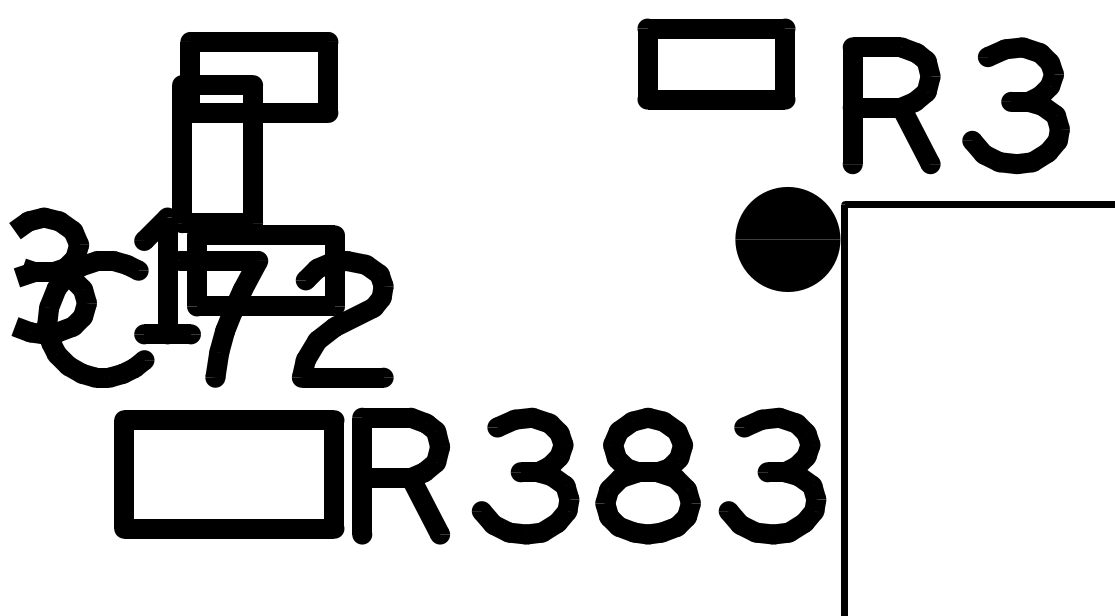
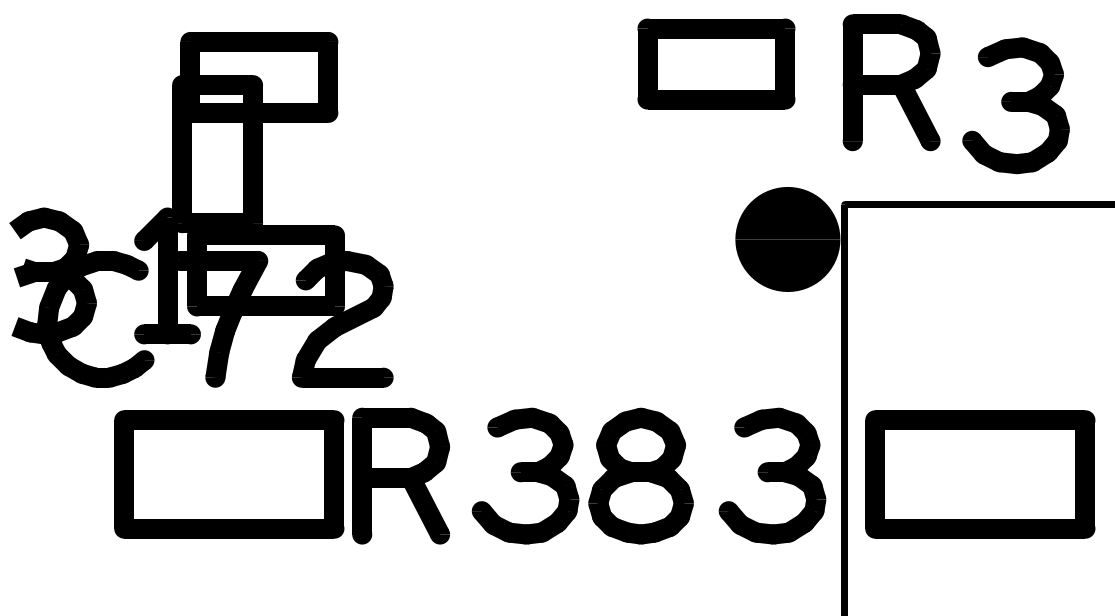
part at (891, 105) position: (891, 105) -> (891, 82)
part at (980, 474): none -> present
part at (647, 475) position: (647, 475) -> (640, 475)
